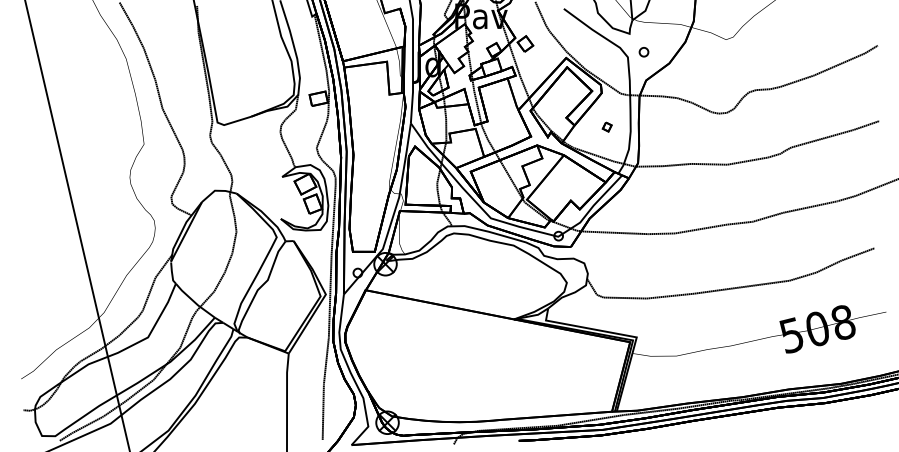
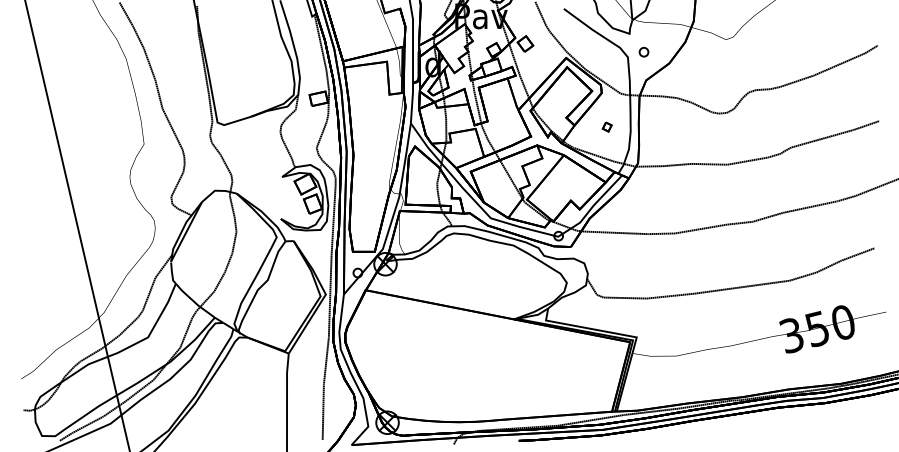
text at (817, 329): 508 -> 350
